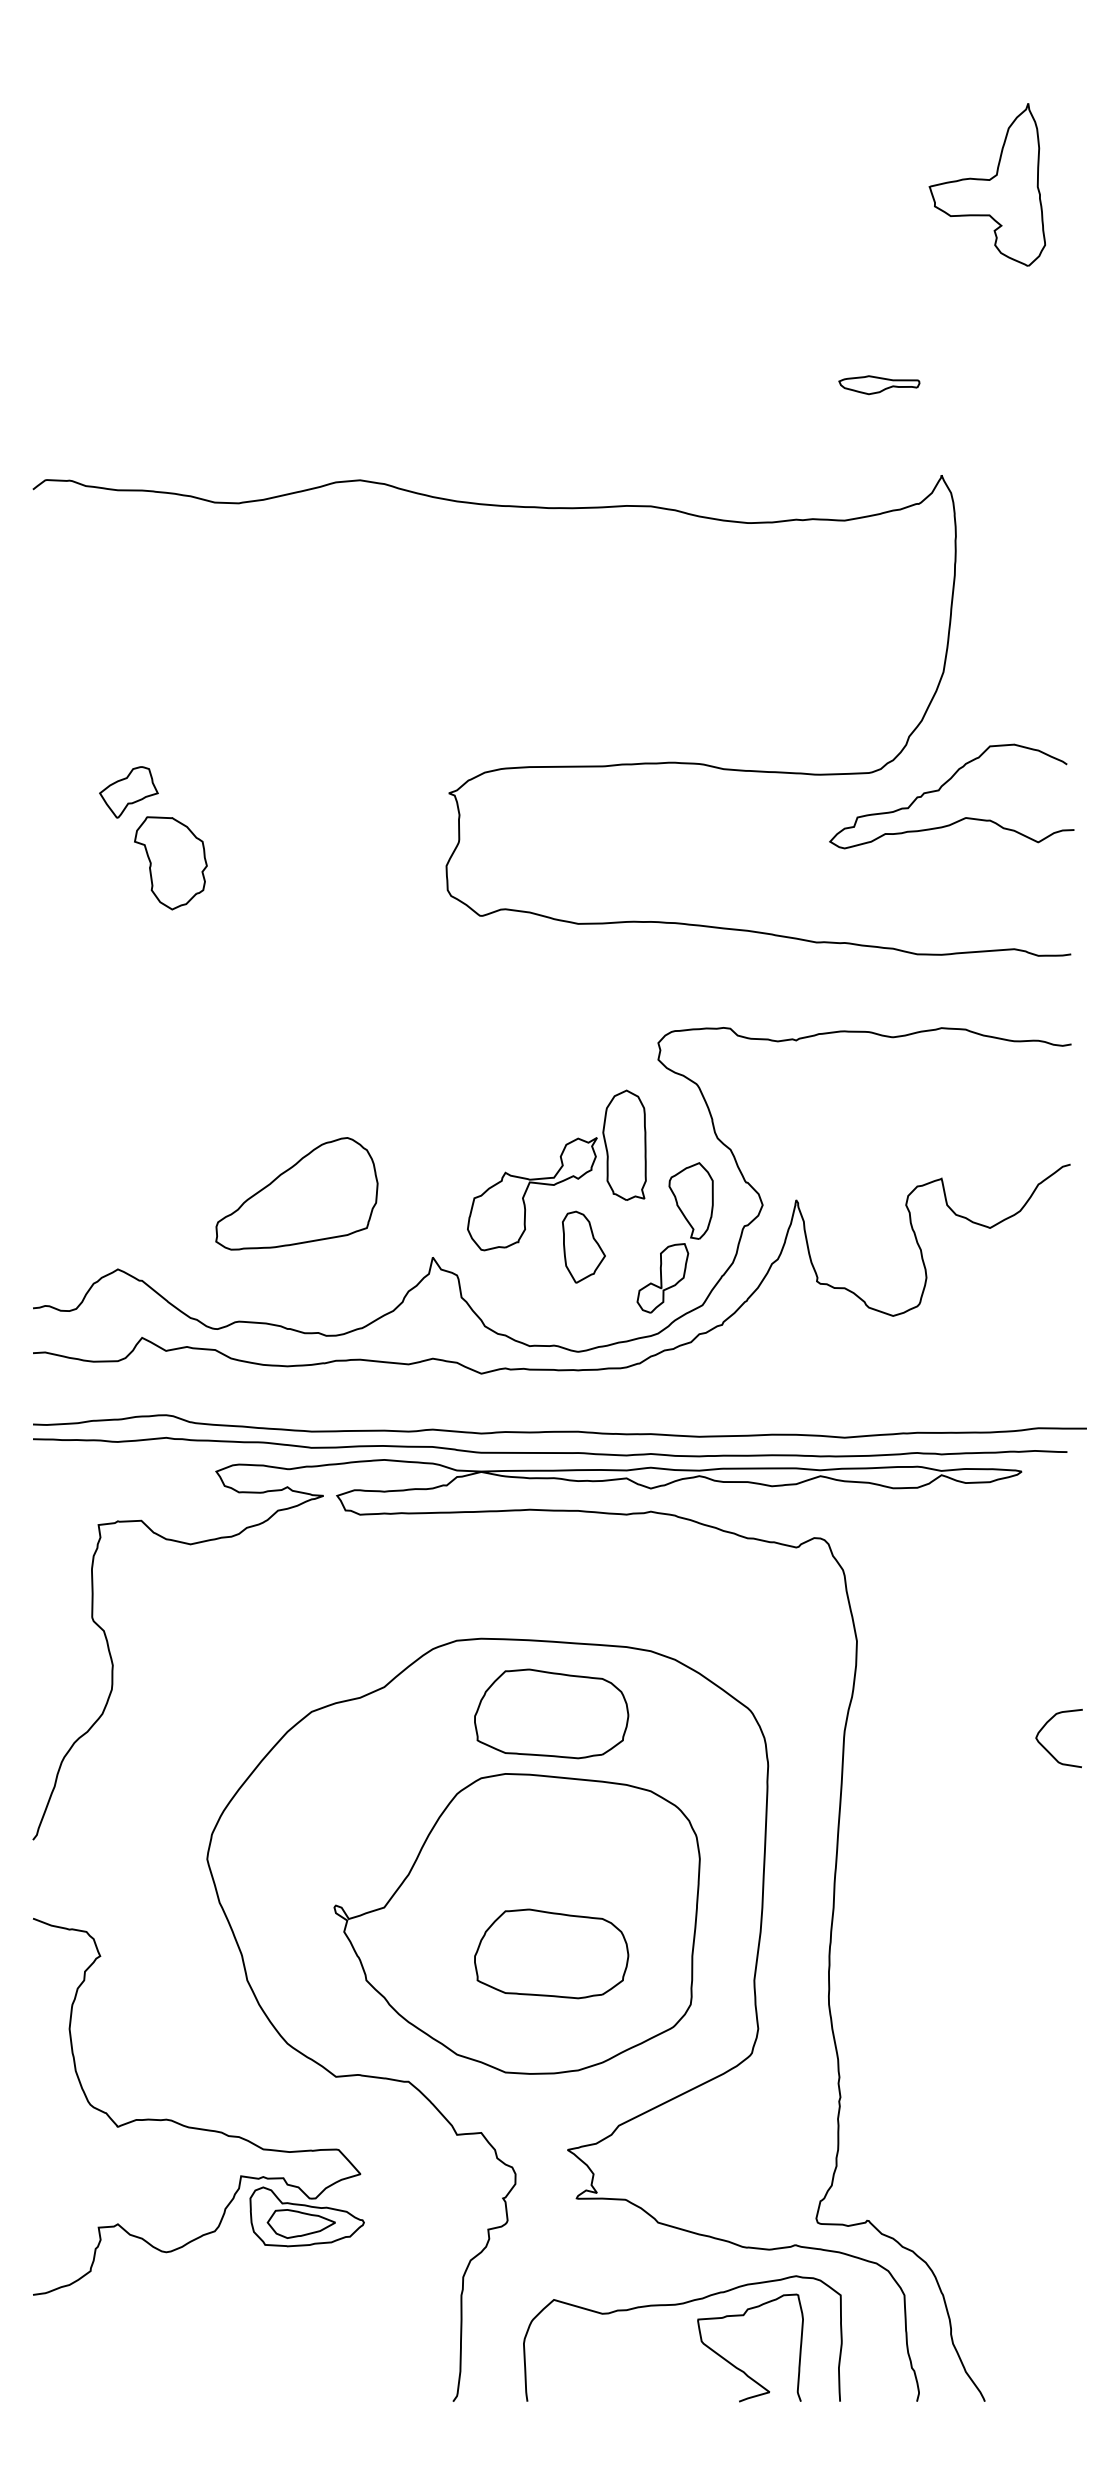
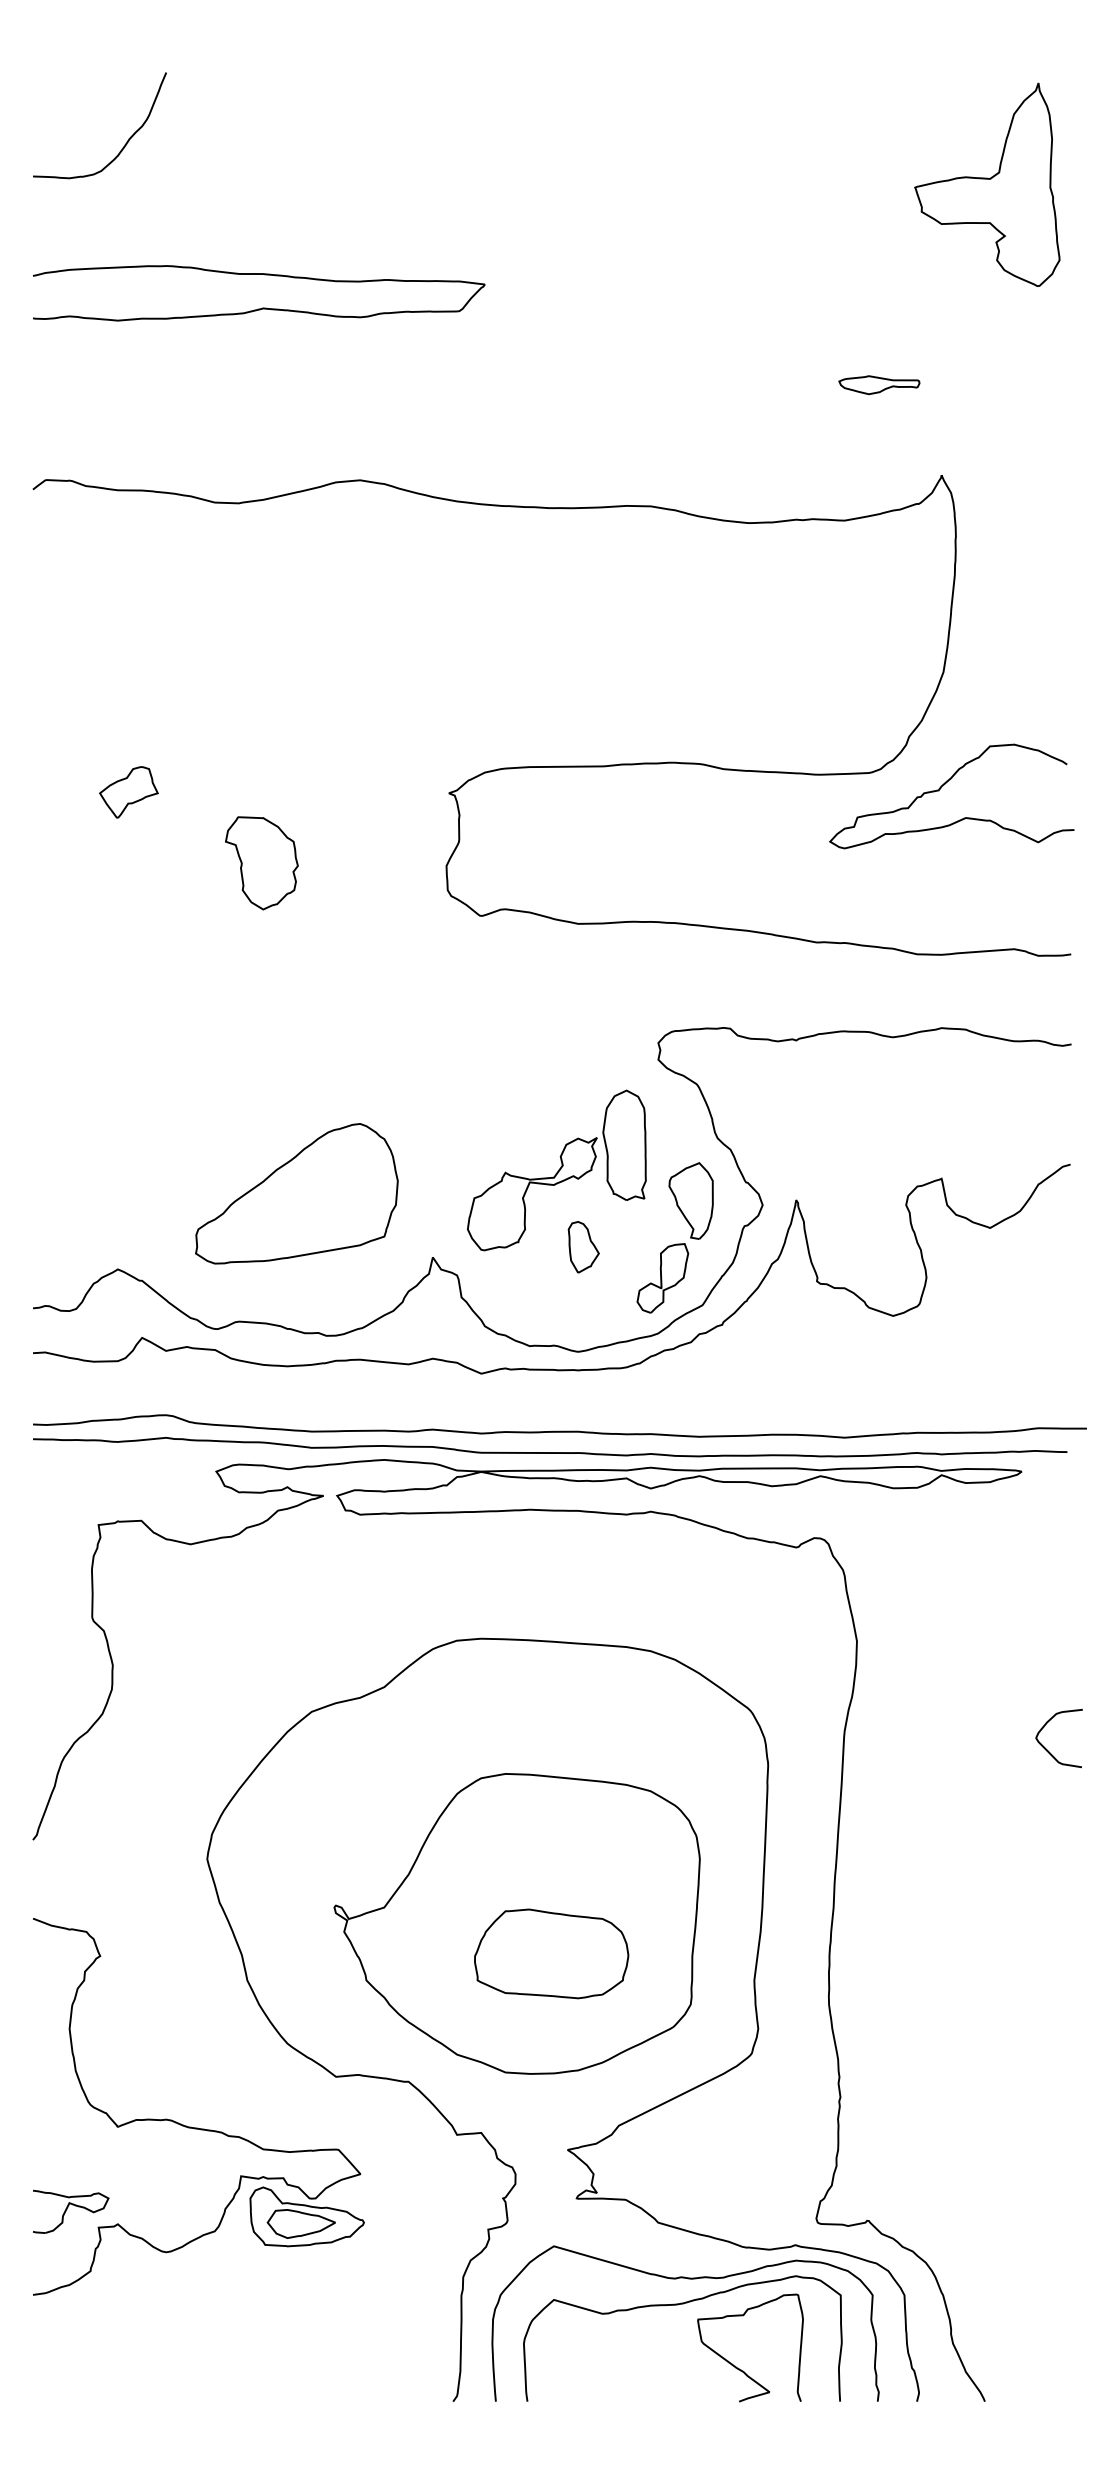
curve at (126, 141): none -> present
part at (986, 184) size: 118x164 px -> 147x205 px
part at (262, 307): none -> present
part at (170, 863) position: (170, 863) -> (261, 863)
part at (296, 1193) size: 164x114 px -> 204x142 px
part at (583, 1246) size: 44x74 px -> 33x53 px
part at (551, 1713): present -> none
part at (71, 2211): none -> present
curve at (687, 2279): none -> present
